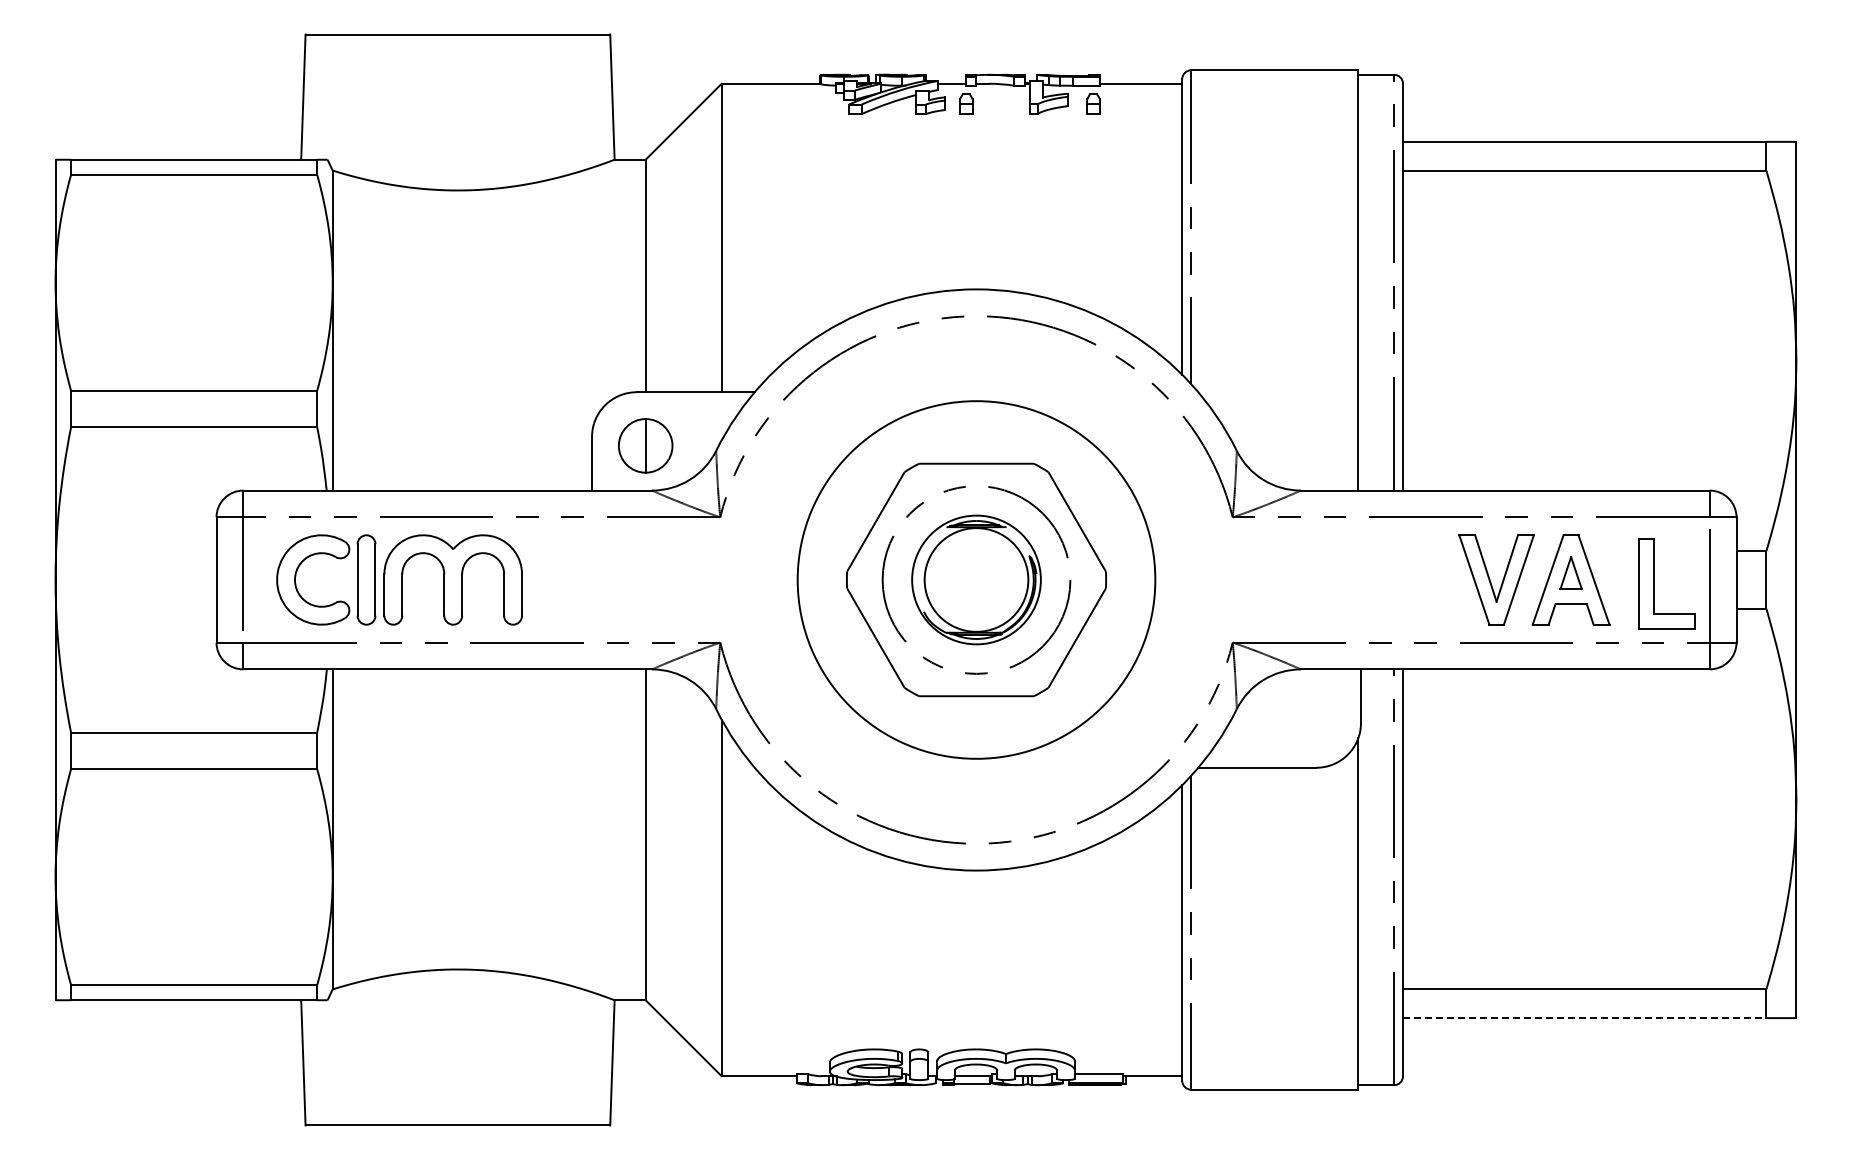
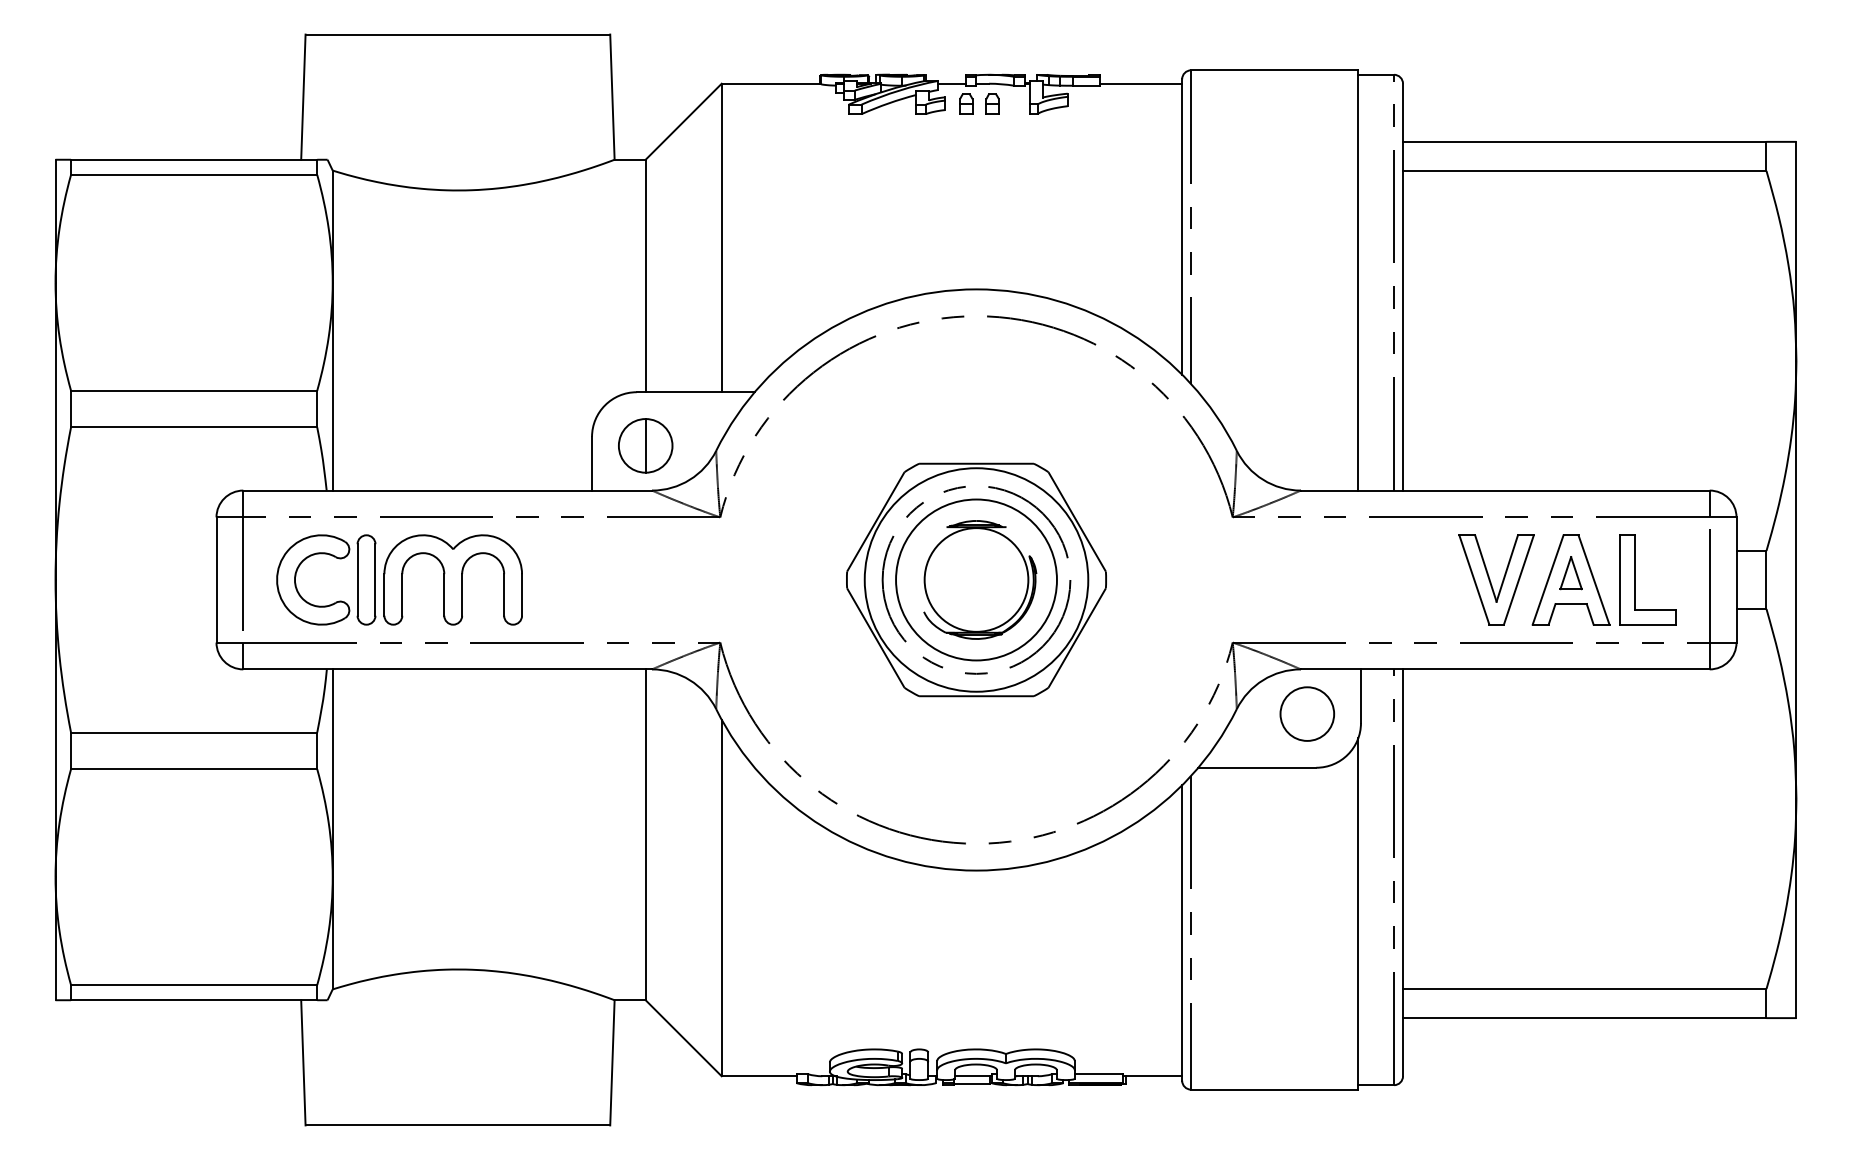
part at (1093, 103) position: (1093, 103) -> (992, 103)
circle at (976, 579) diameter: 129 px -> 161 px
circle at (976, 579) diameter: 358 px -> 224 px
part at (1654, 583) position: (1654, 583) -> (1635, 579)
circle at (1307, 713): none -> present
line at (1584, 1018): dashed -> solid
